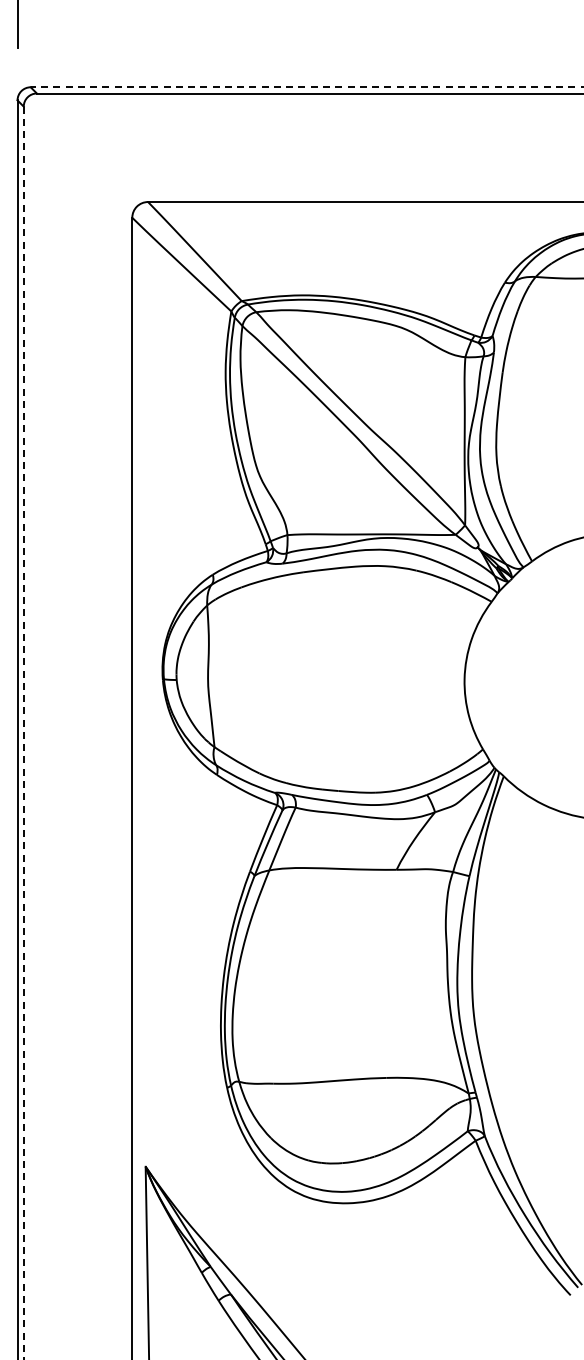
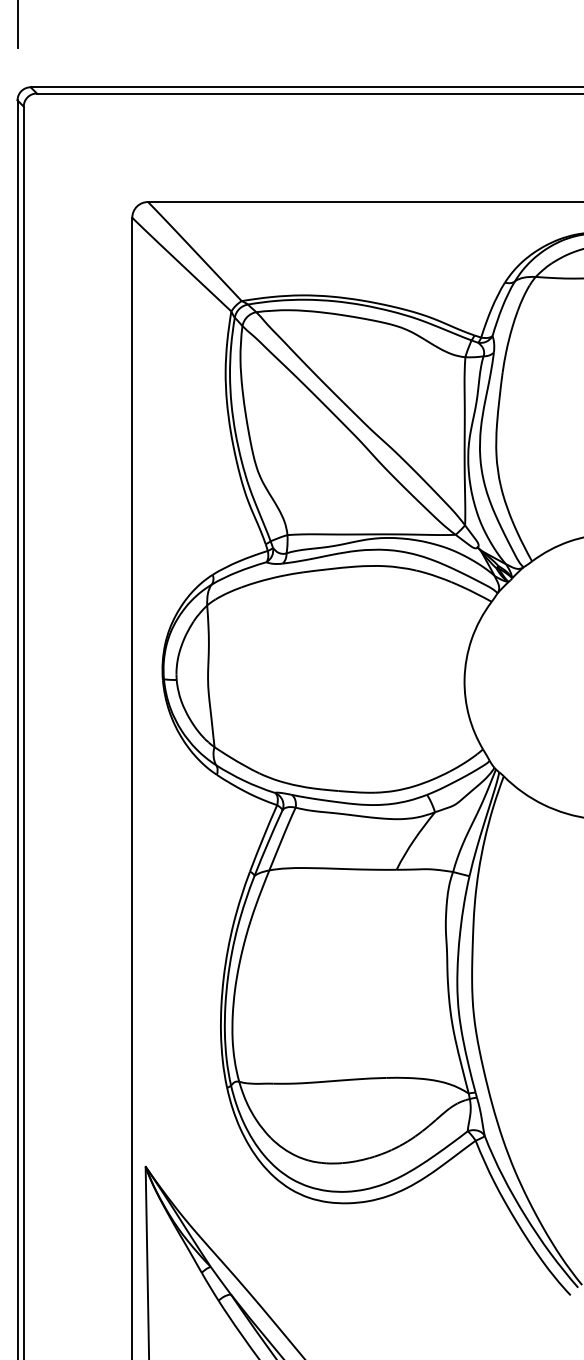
line at (306, 87): dashed -> solid
line at (23, 733): dashed -> solid
